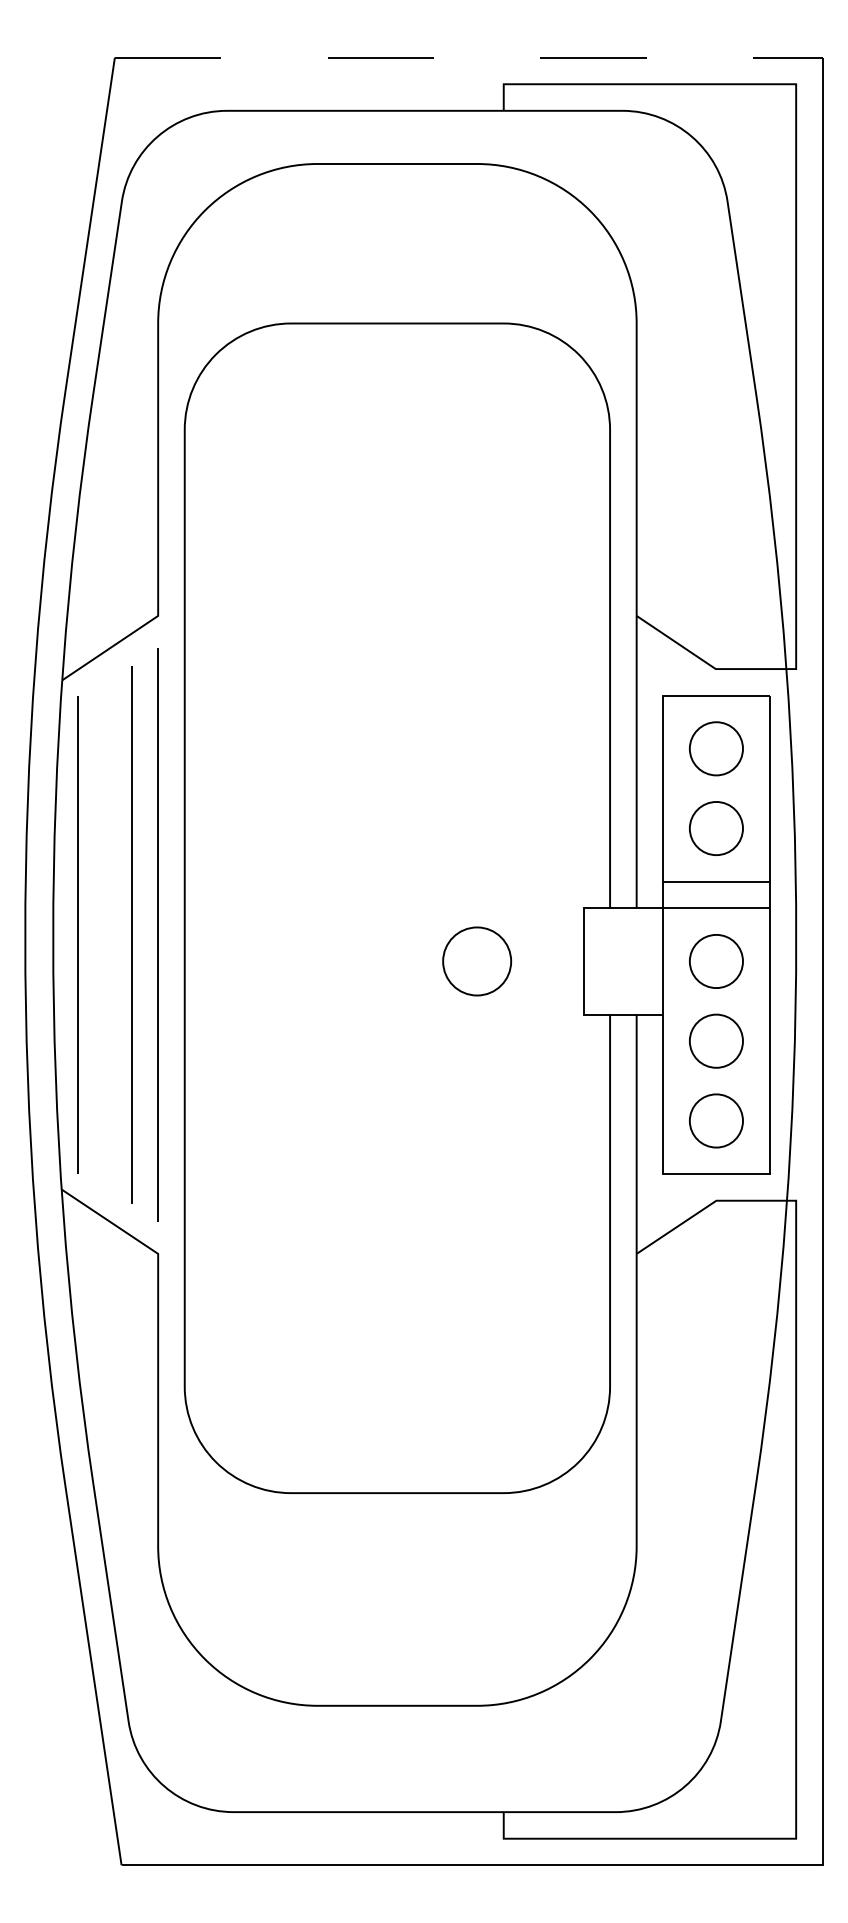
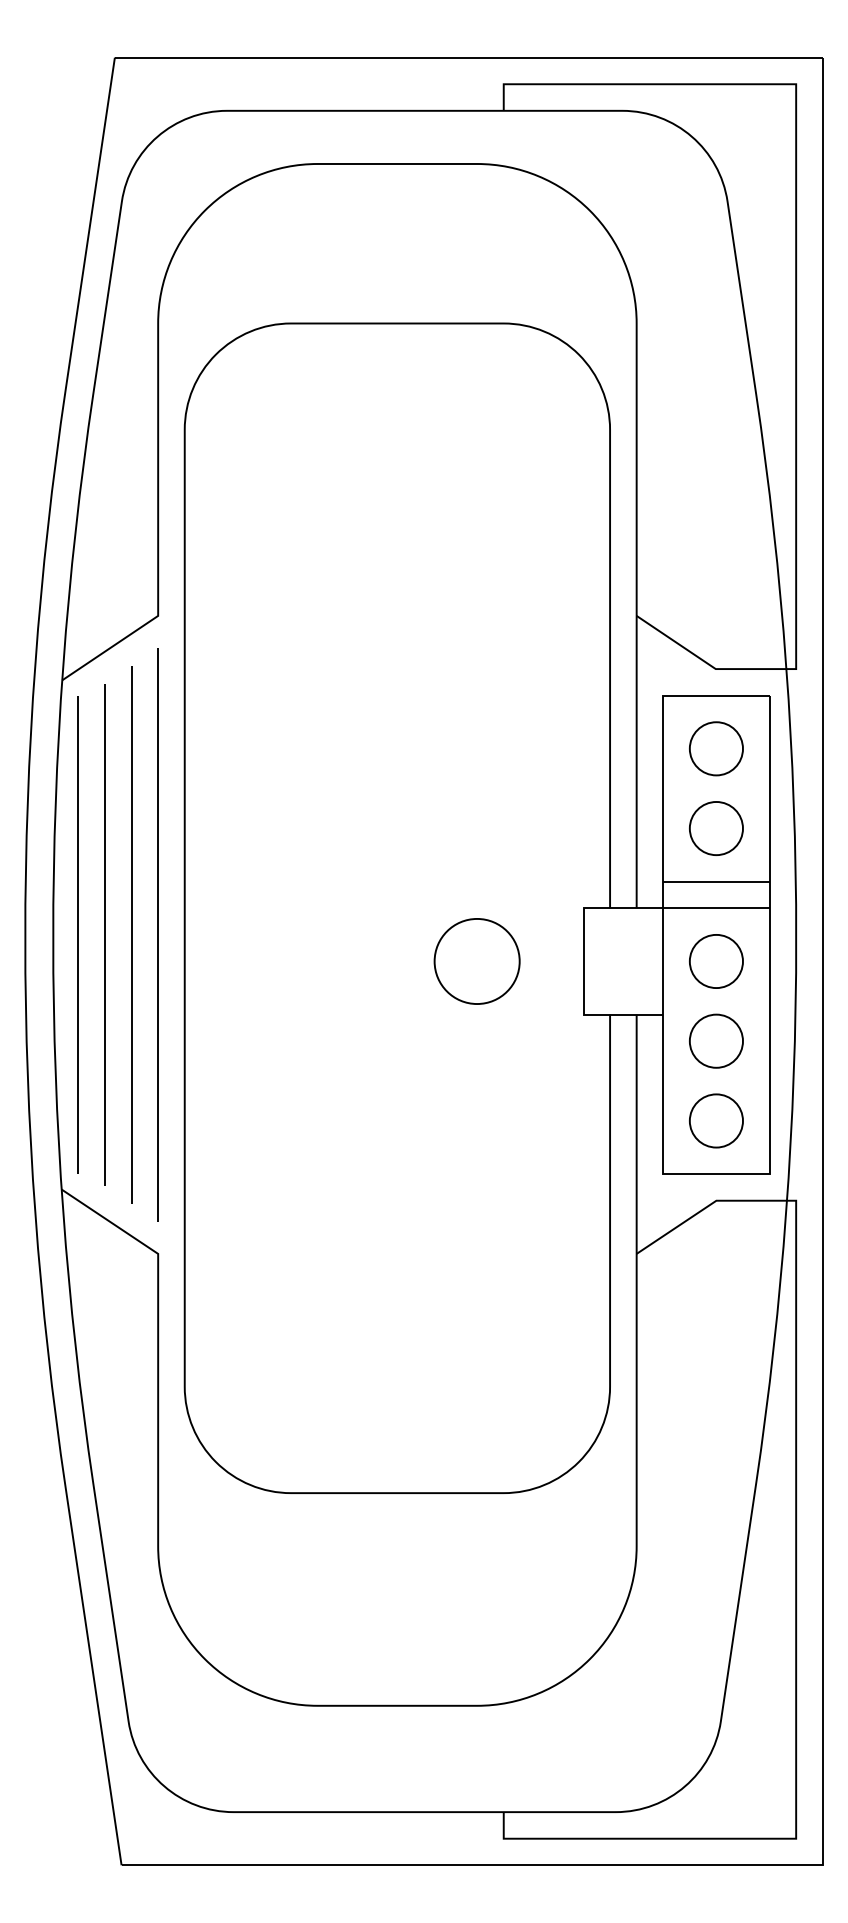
line at (468, 57): dashed -> solid
line at (104, 934): none -> present
circle at (477, 961) diameter: 68 px -> 85 px
